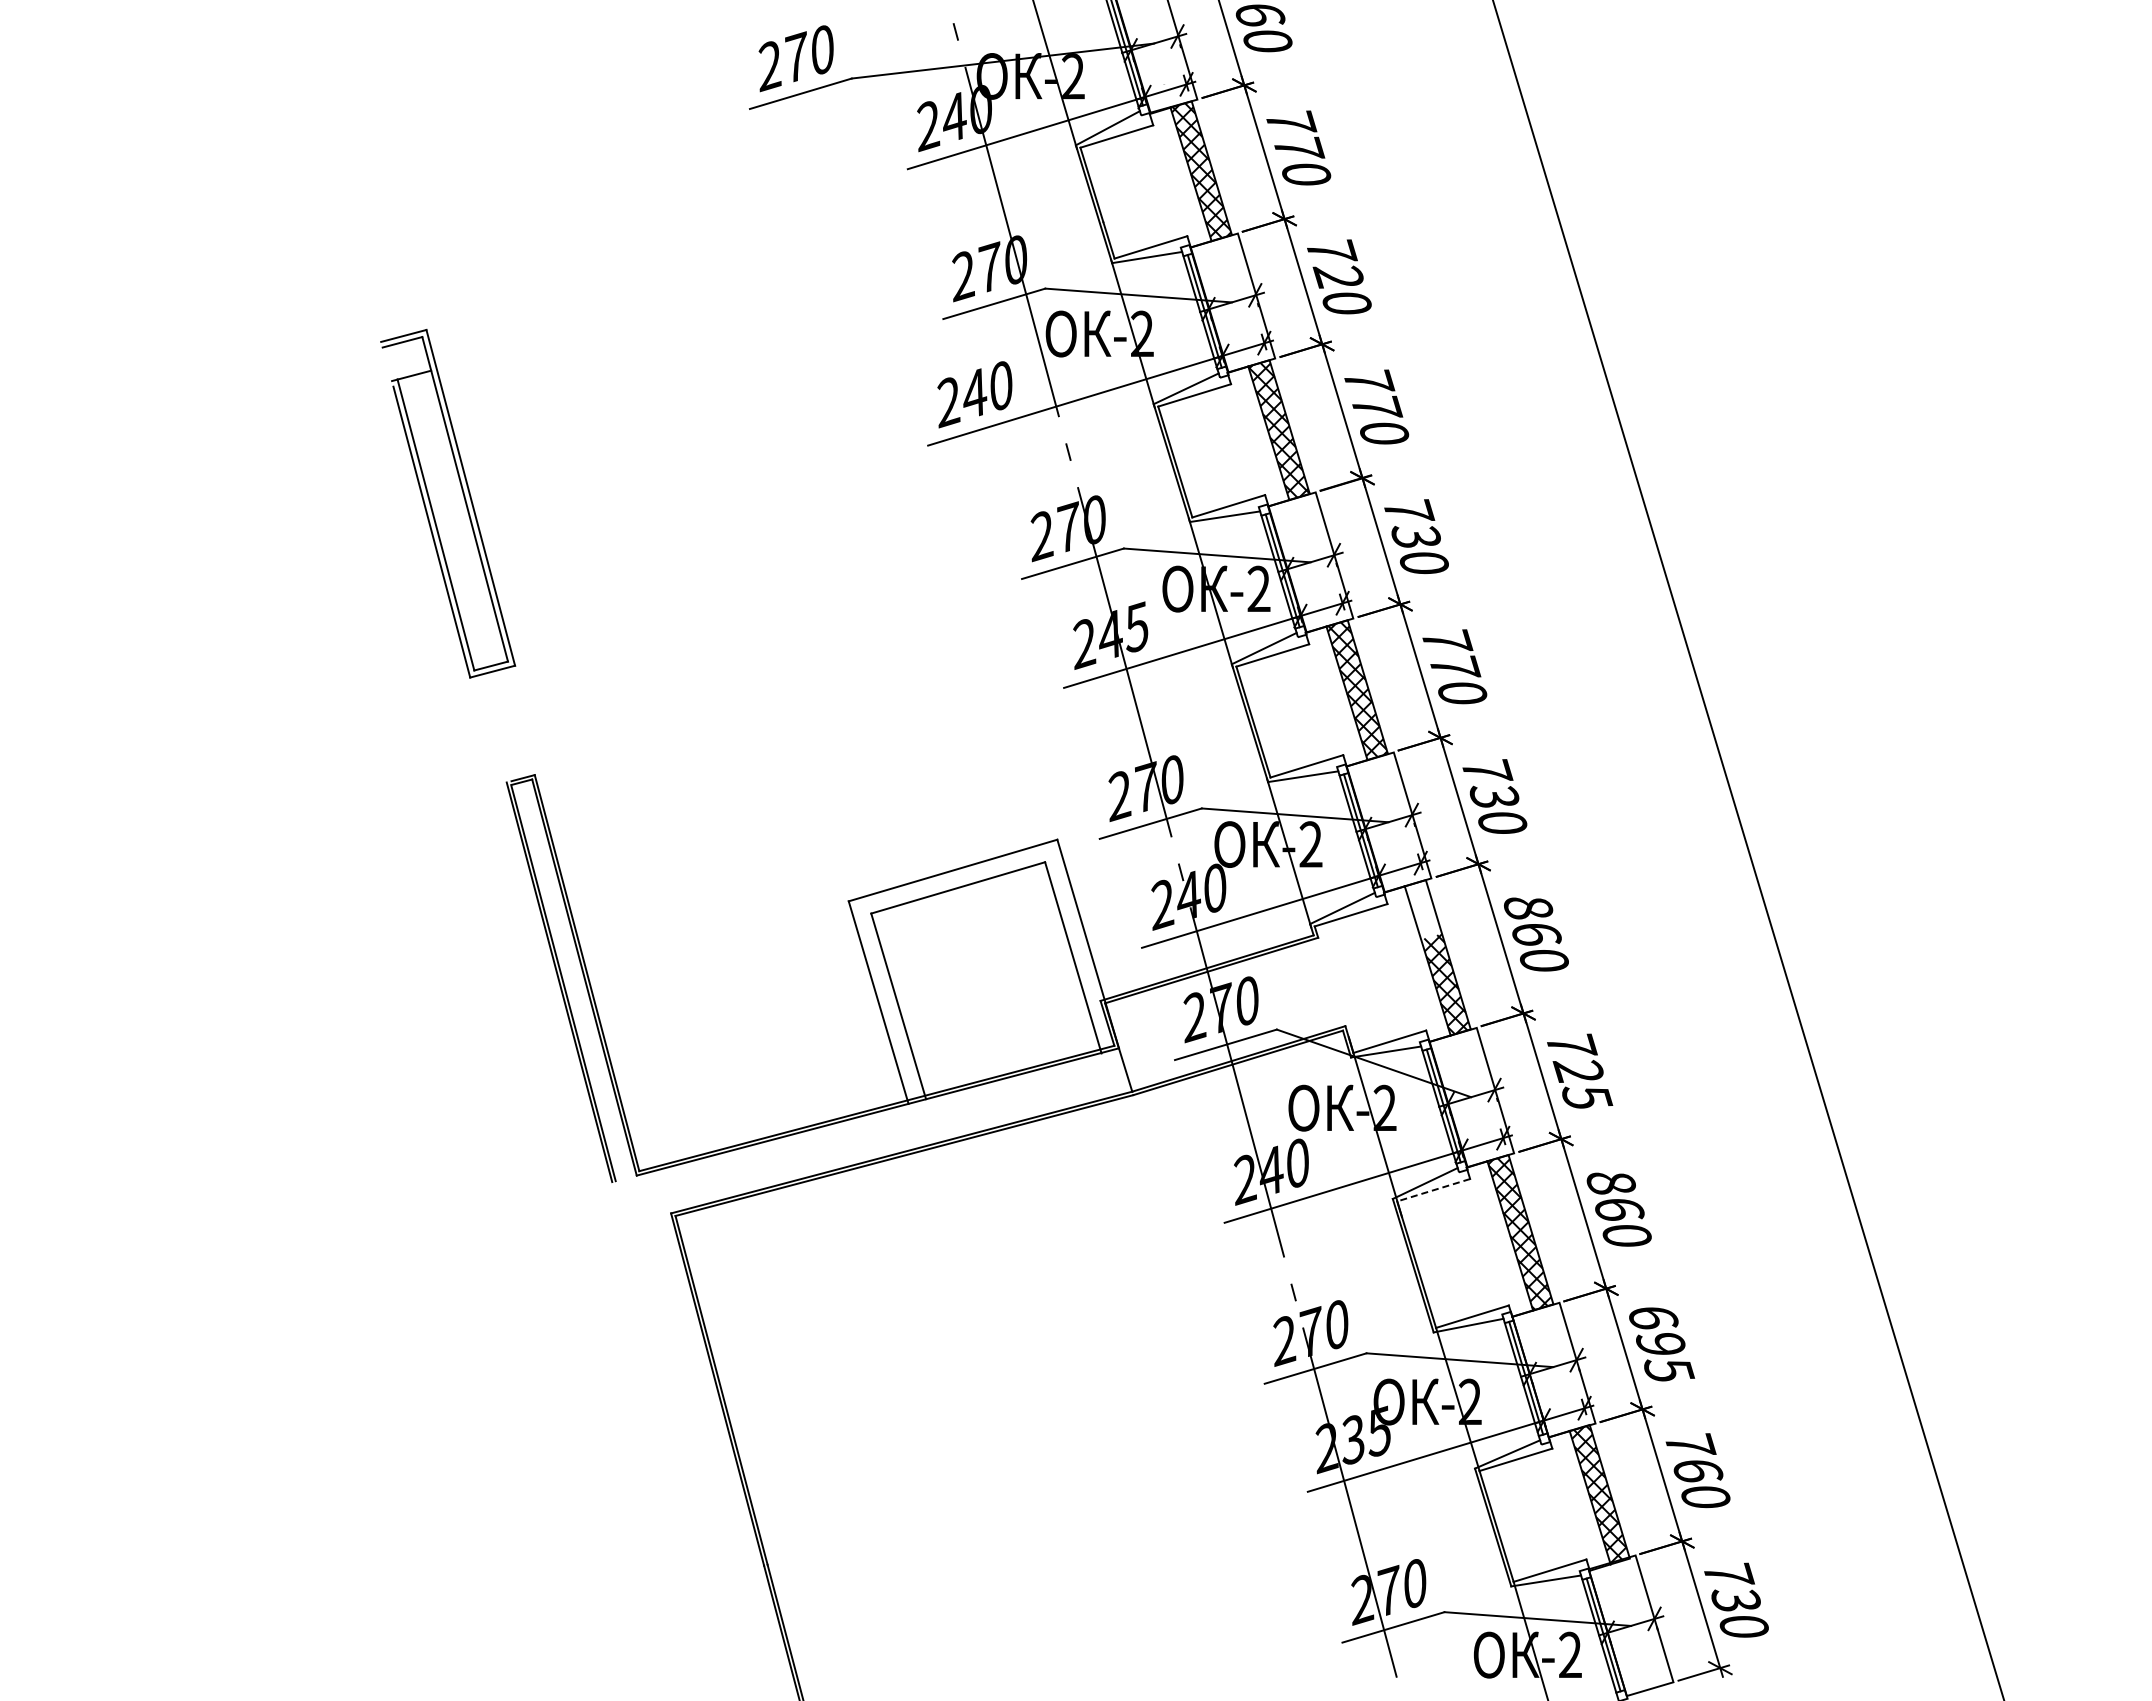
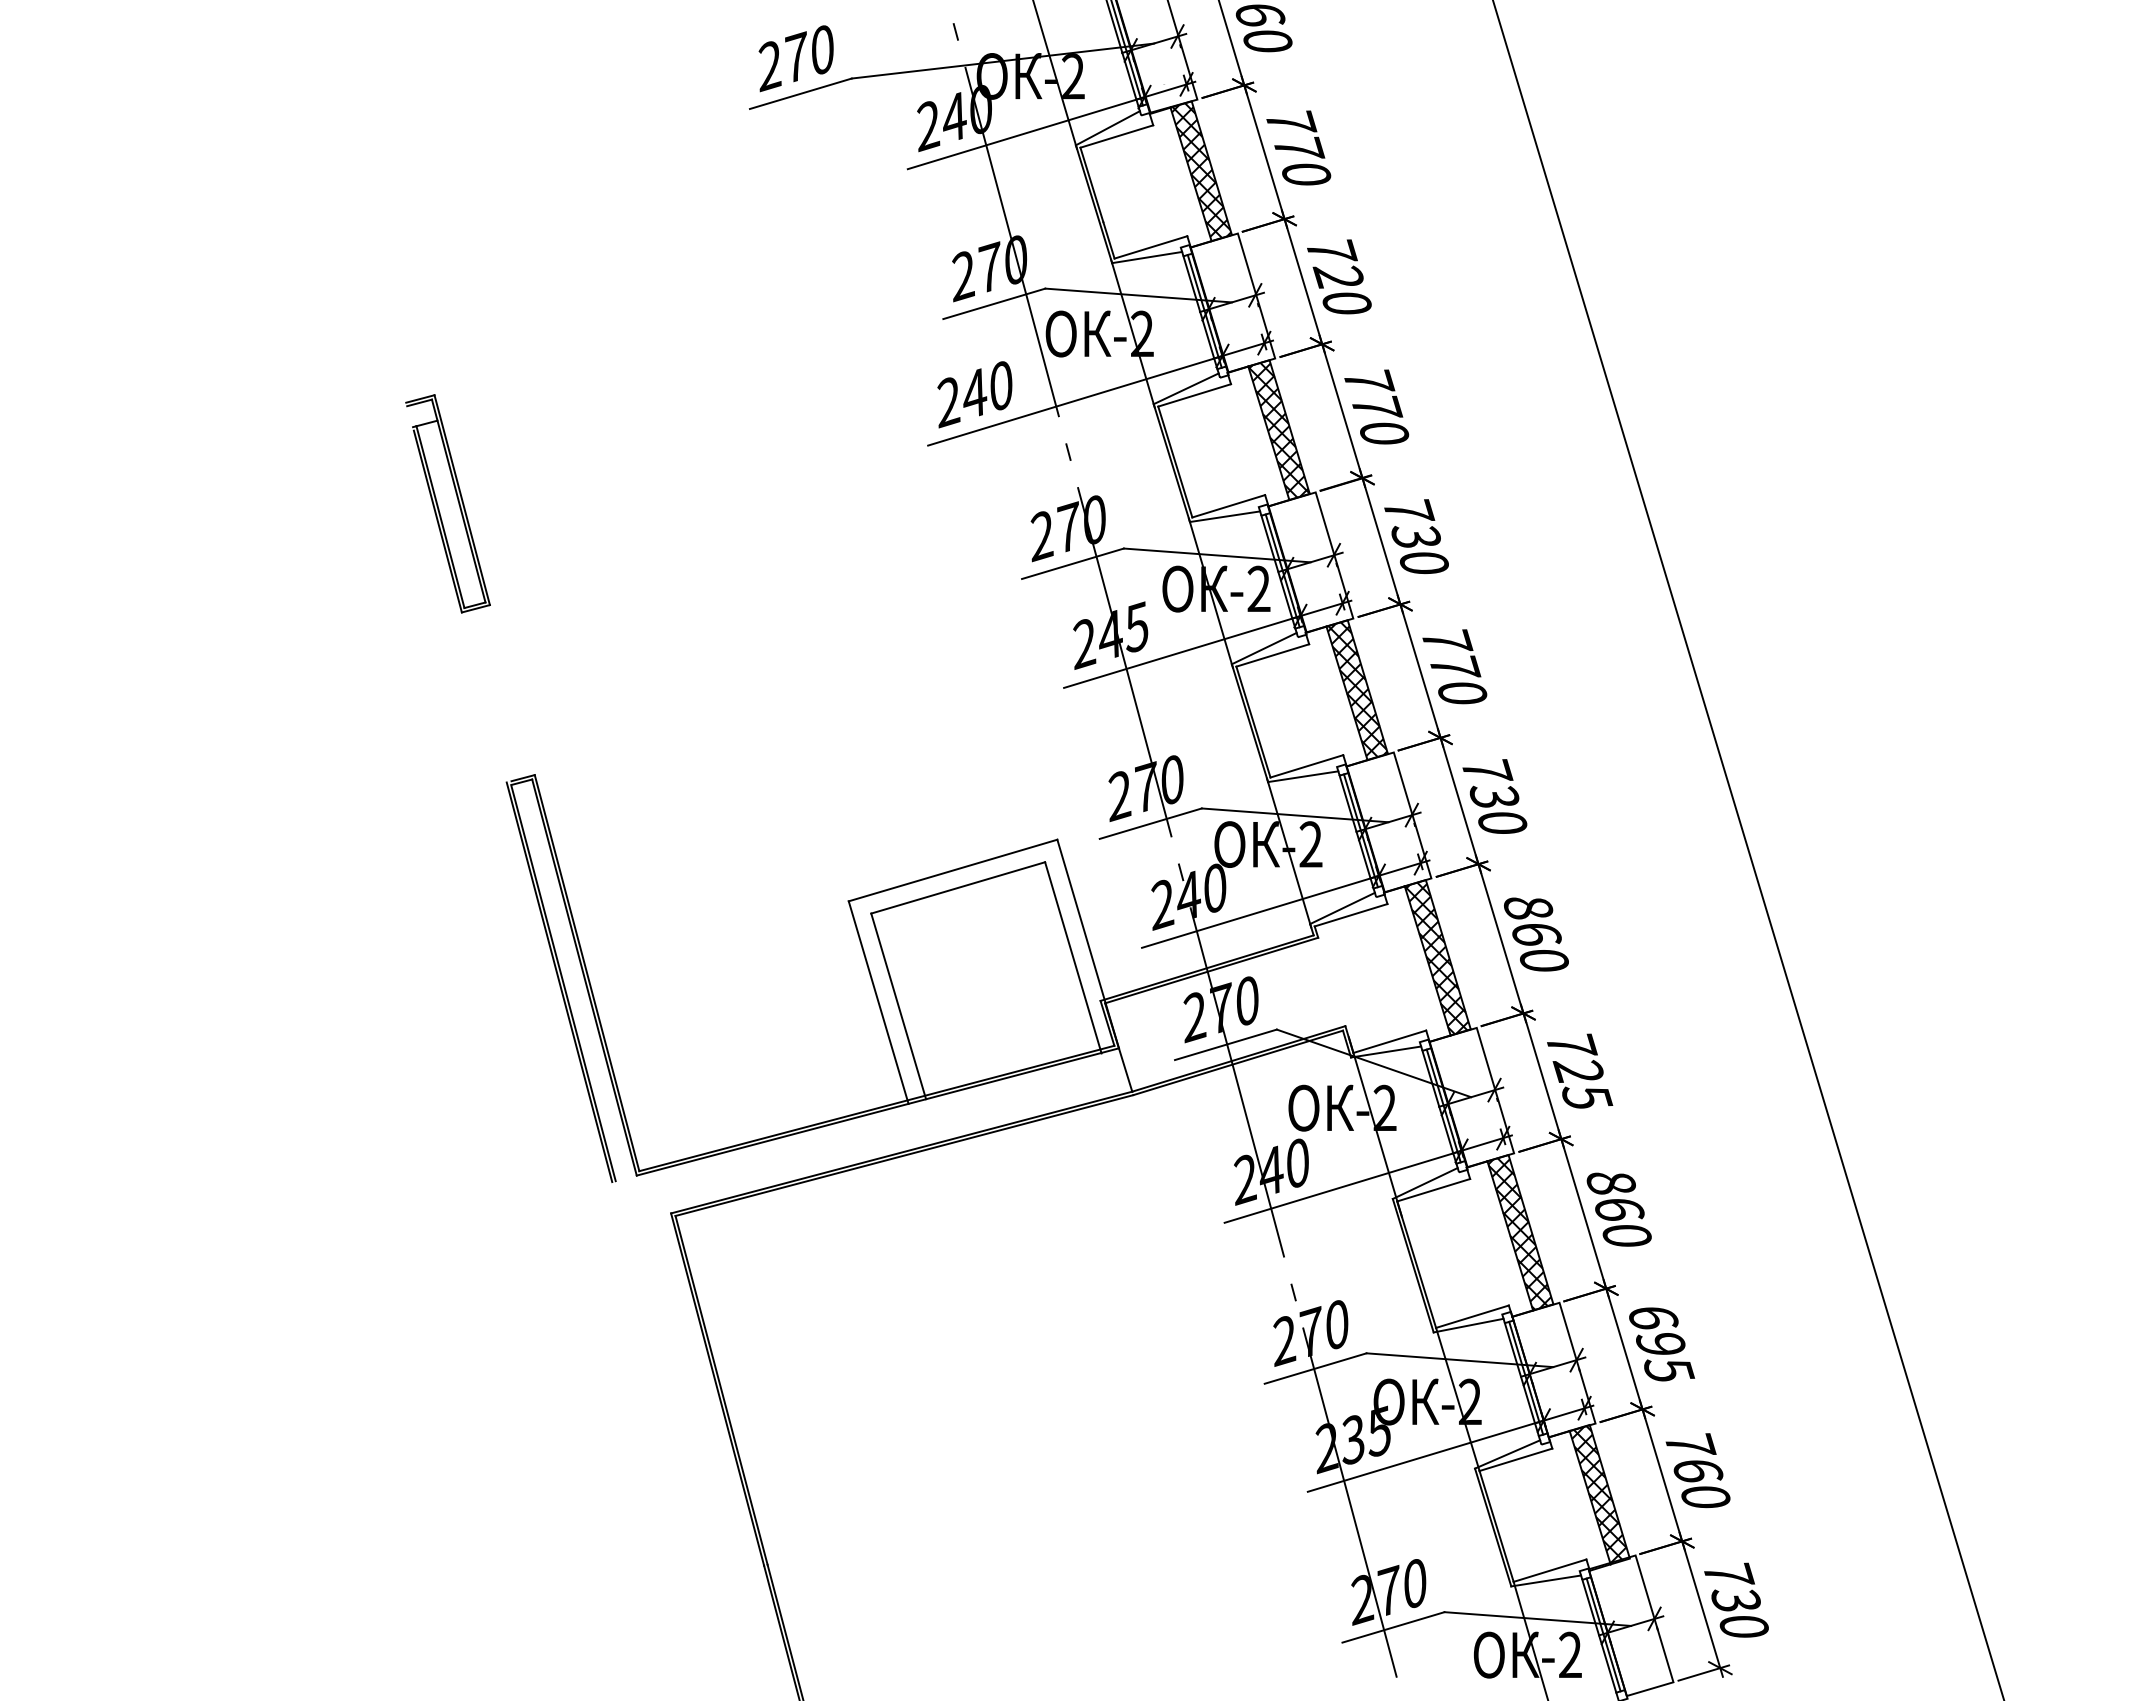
part at (448, 503) size: 137x350 px -> 86x220 px
hatch at (1421, 910): none -> present
line at (1433, 1190): dashed -> solid
